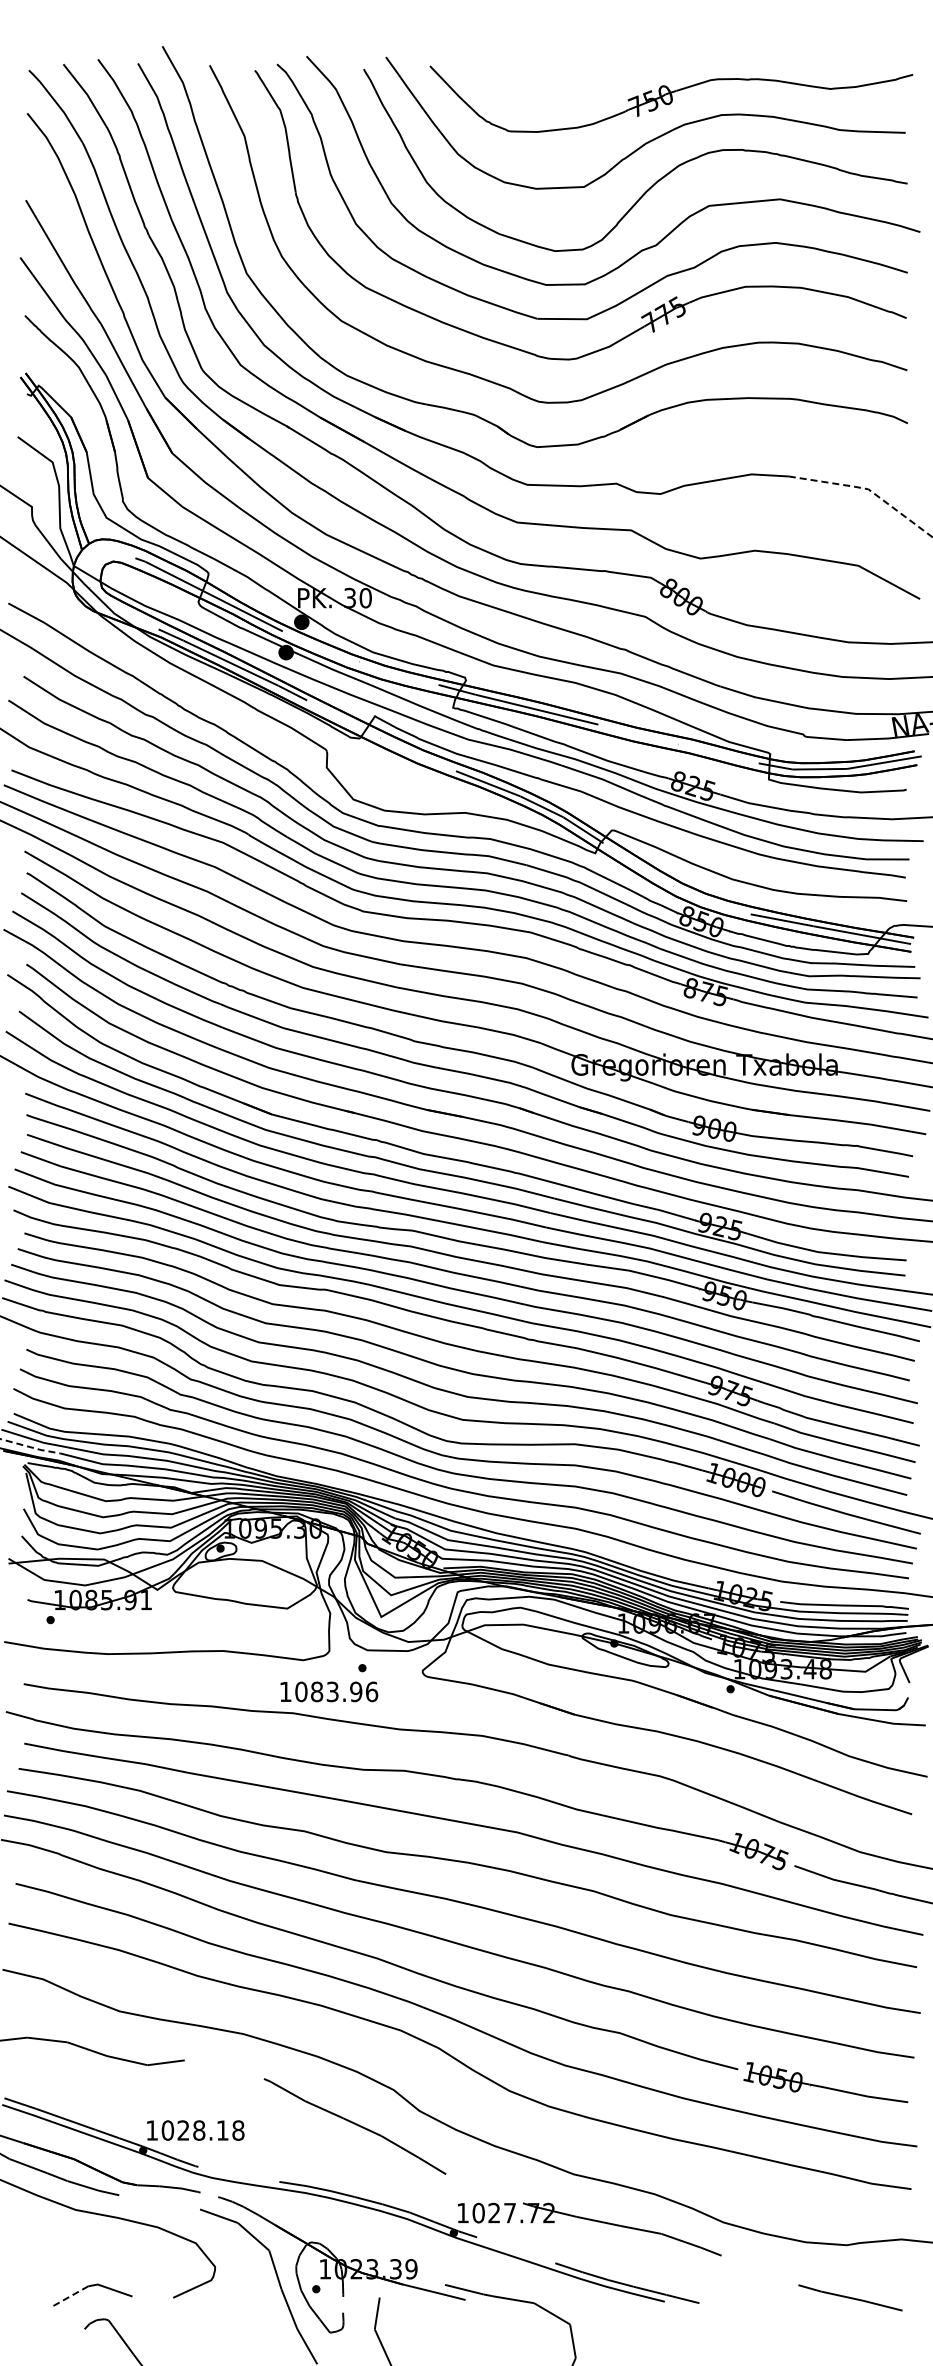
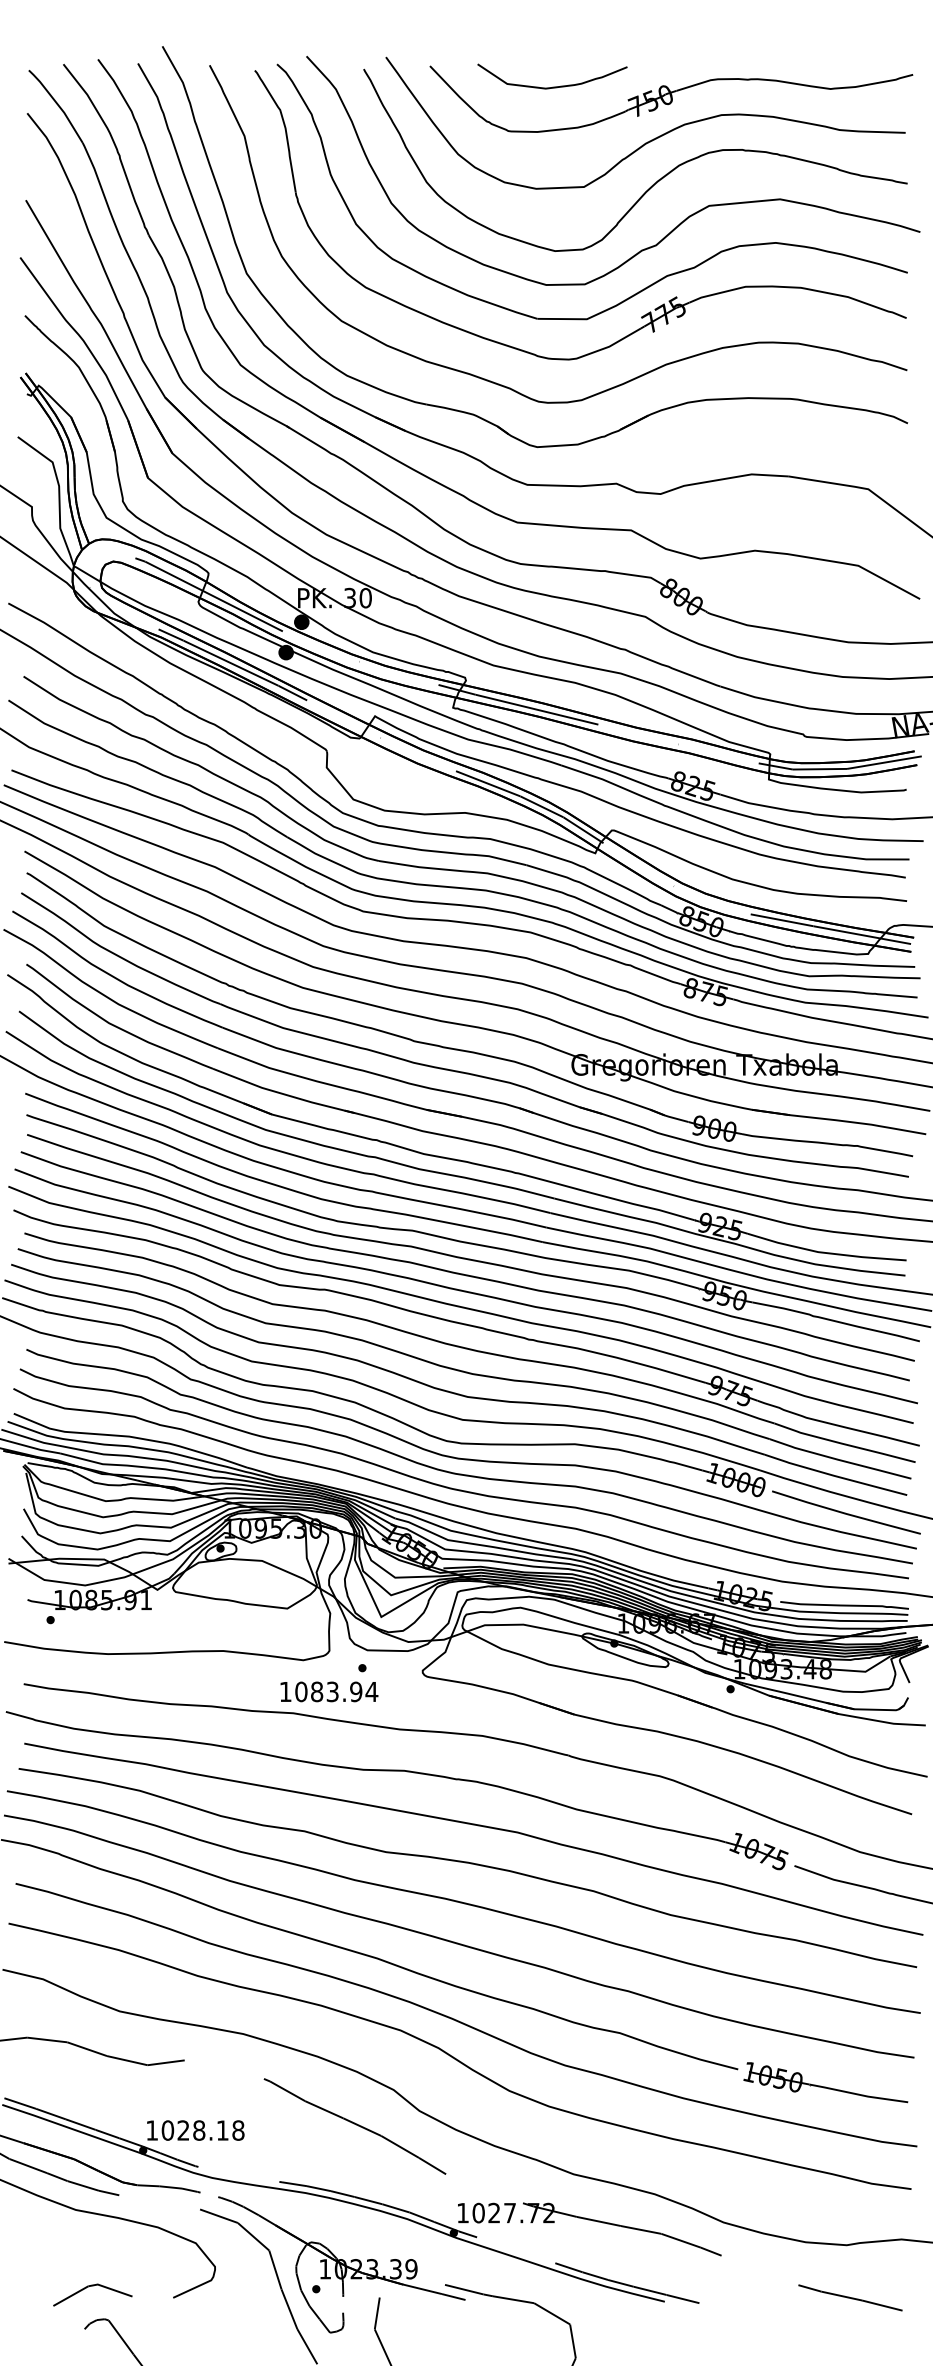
curve at (552, 86): none -> present
line at (868, 489): dashed -> solid
line at (31, 1447): dashed -> solid
text at (371, 1691): 1083.96 -> 1083.94
line at (70, 2296): dashed -> solid
